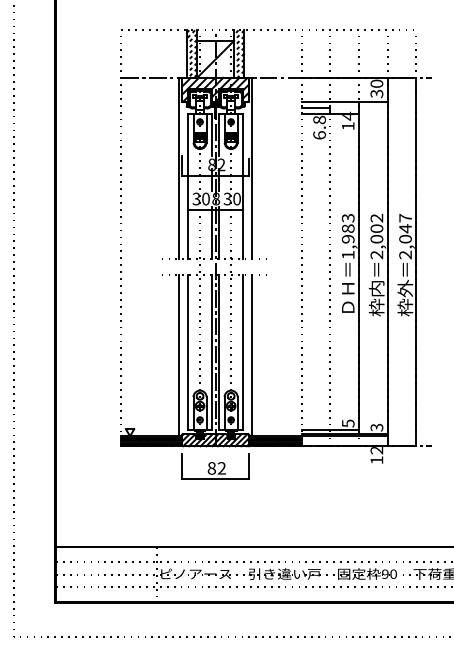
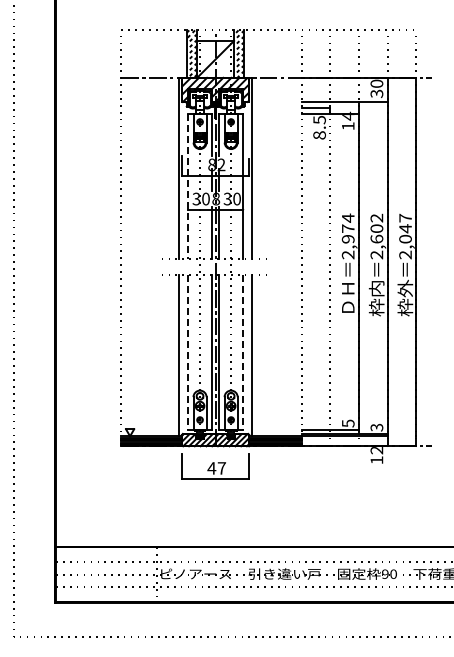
text at (319, 127): 6.8 -> 8.5
line at (187, 186): solid -> dashed
text at (347, 236): 1,983 -> 2,974
text at (376, 238): 2,002 -> 2,602
line at (187, 353): solid -> dashed
line at (243, 353): solid -> dashed
text at (216, 468): 82 -> 47
